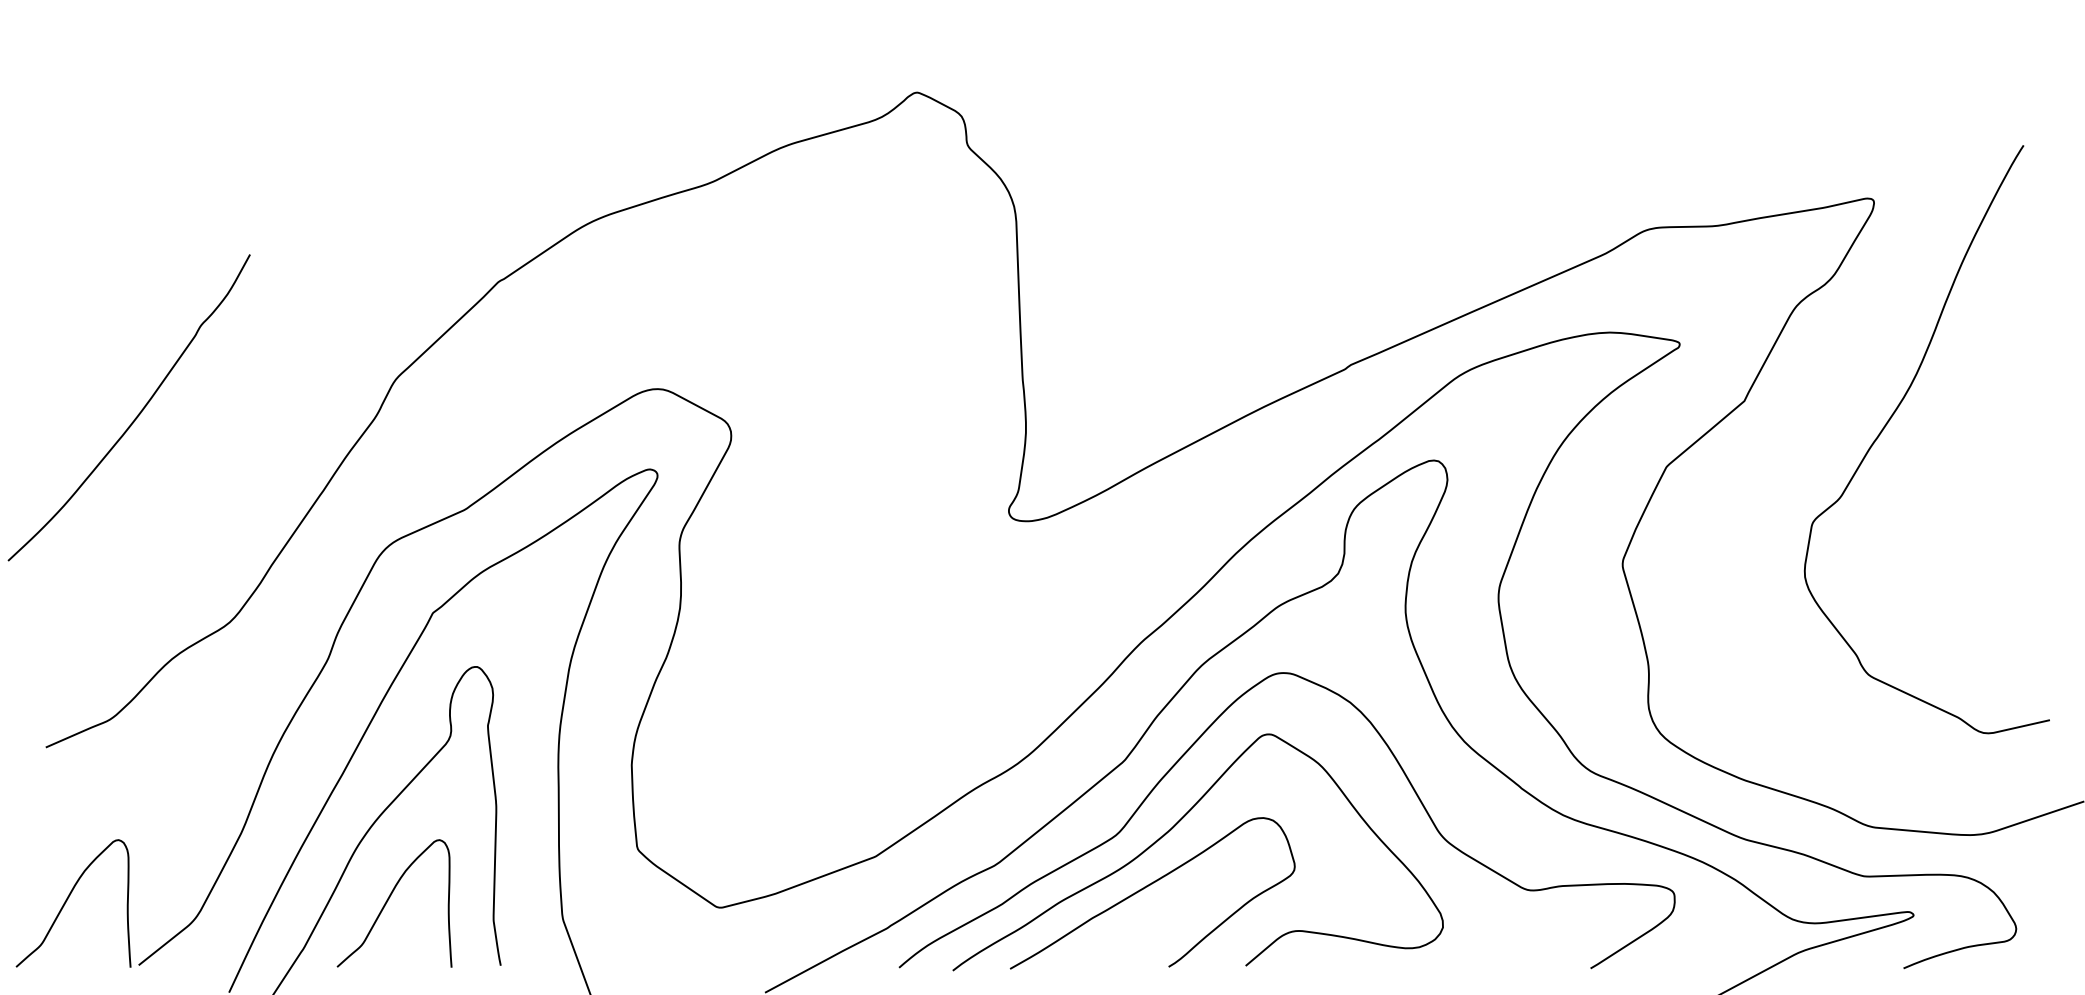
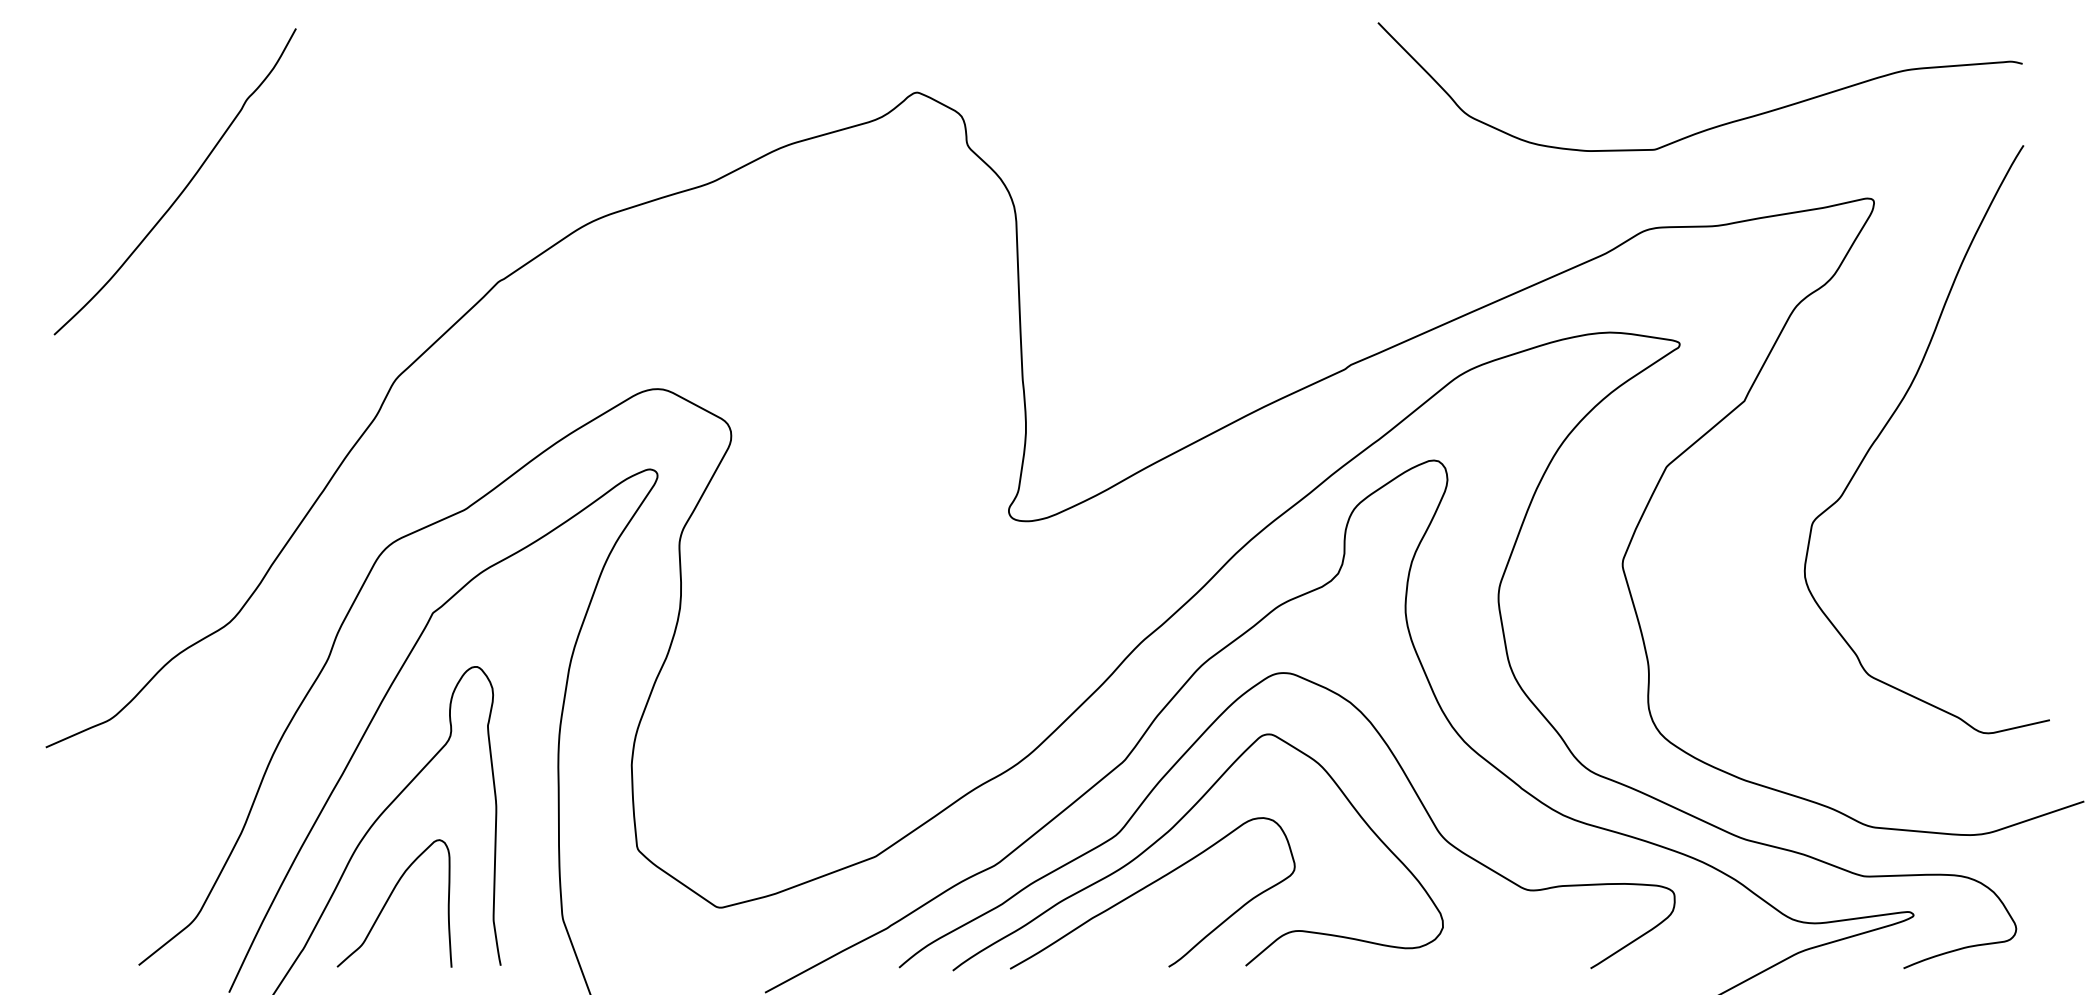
curve at (1713, 126): none -> present
curve at (138, 413) position: (138, 413) -> (184, 187)
curve at (68, 899): present -> none
